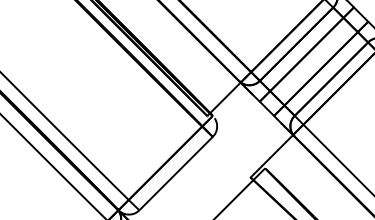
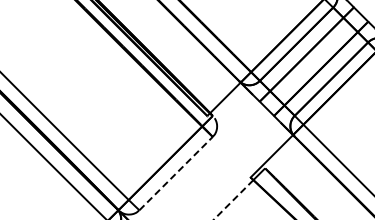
line at (176, 173): solid -> dashed
line at (233, 199): solid -> dashed
